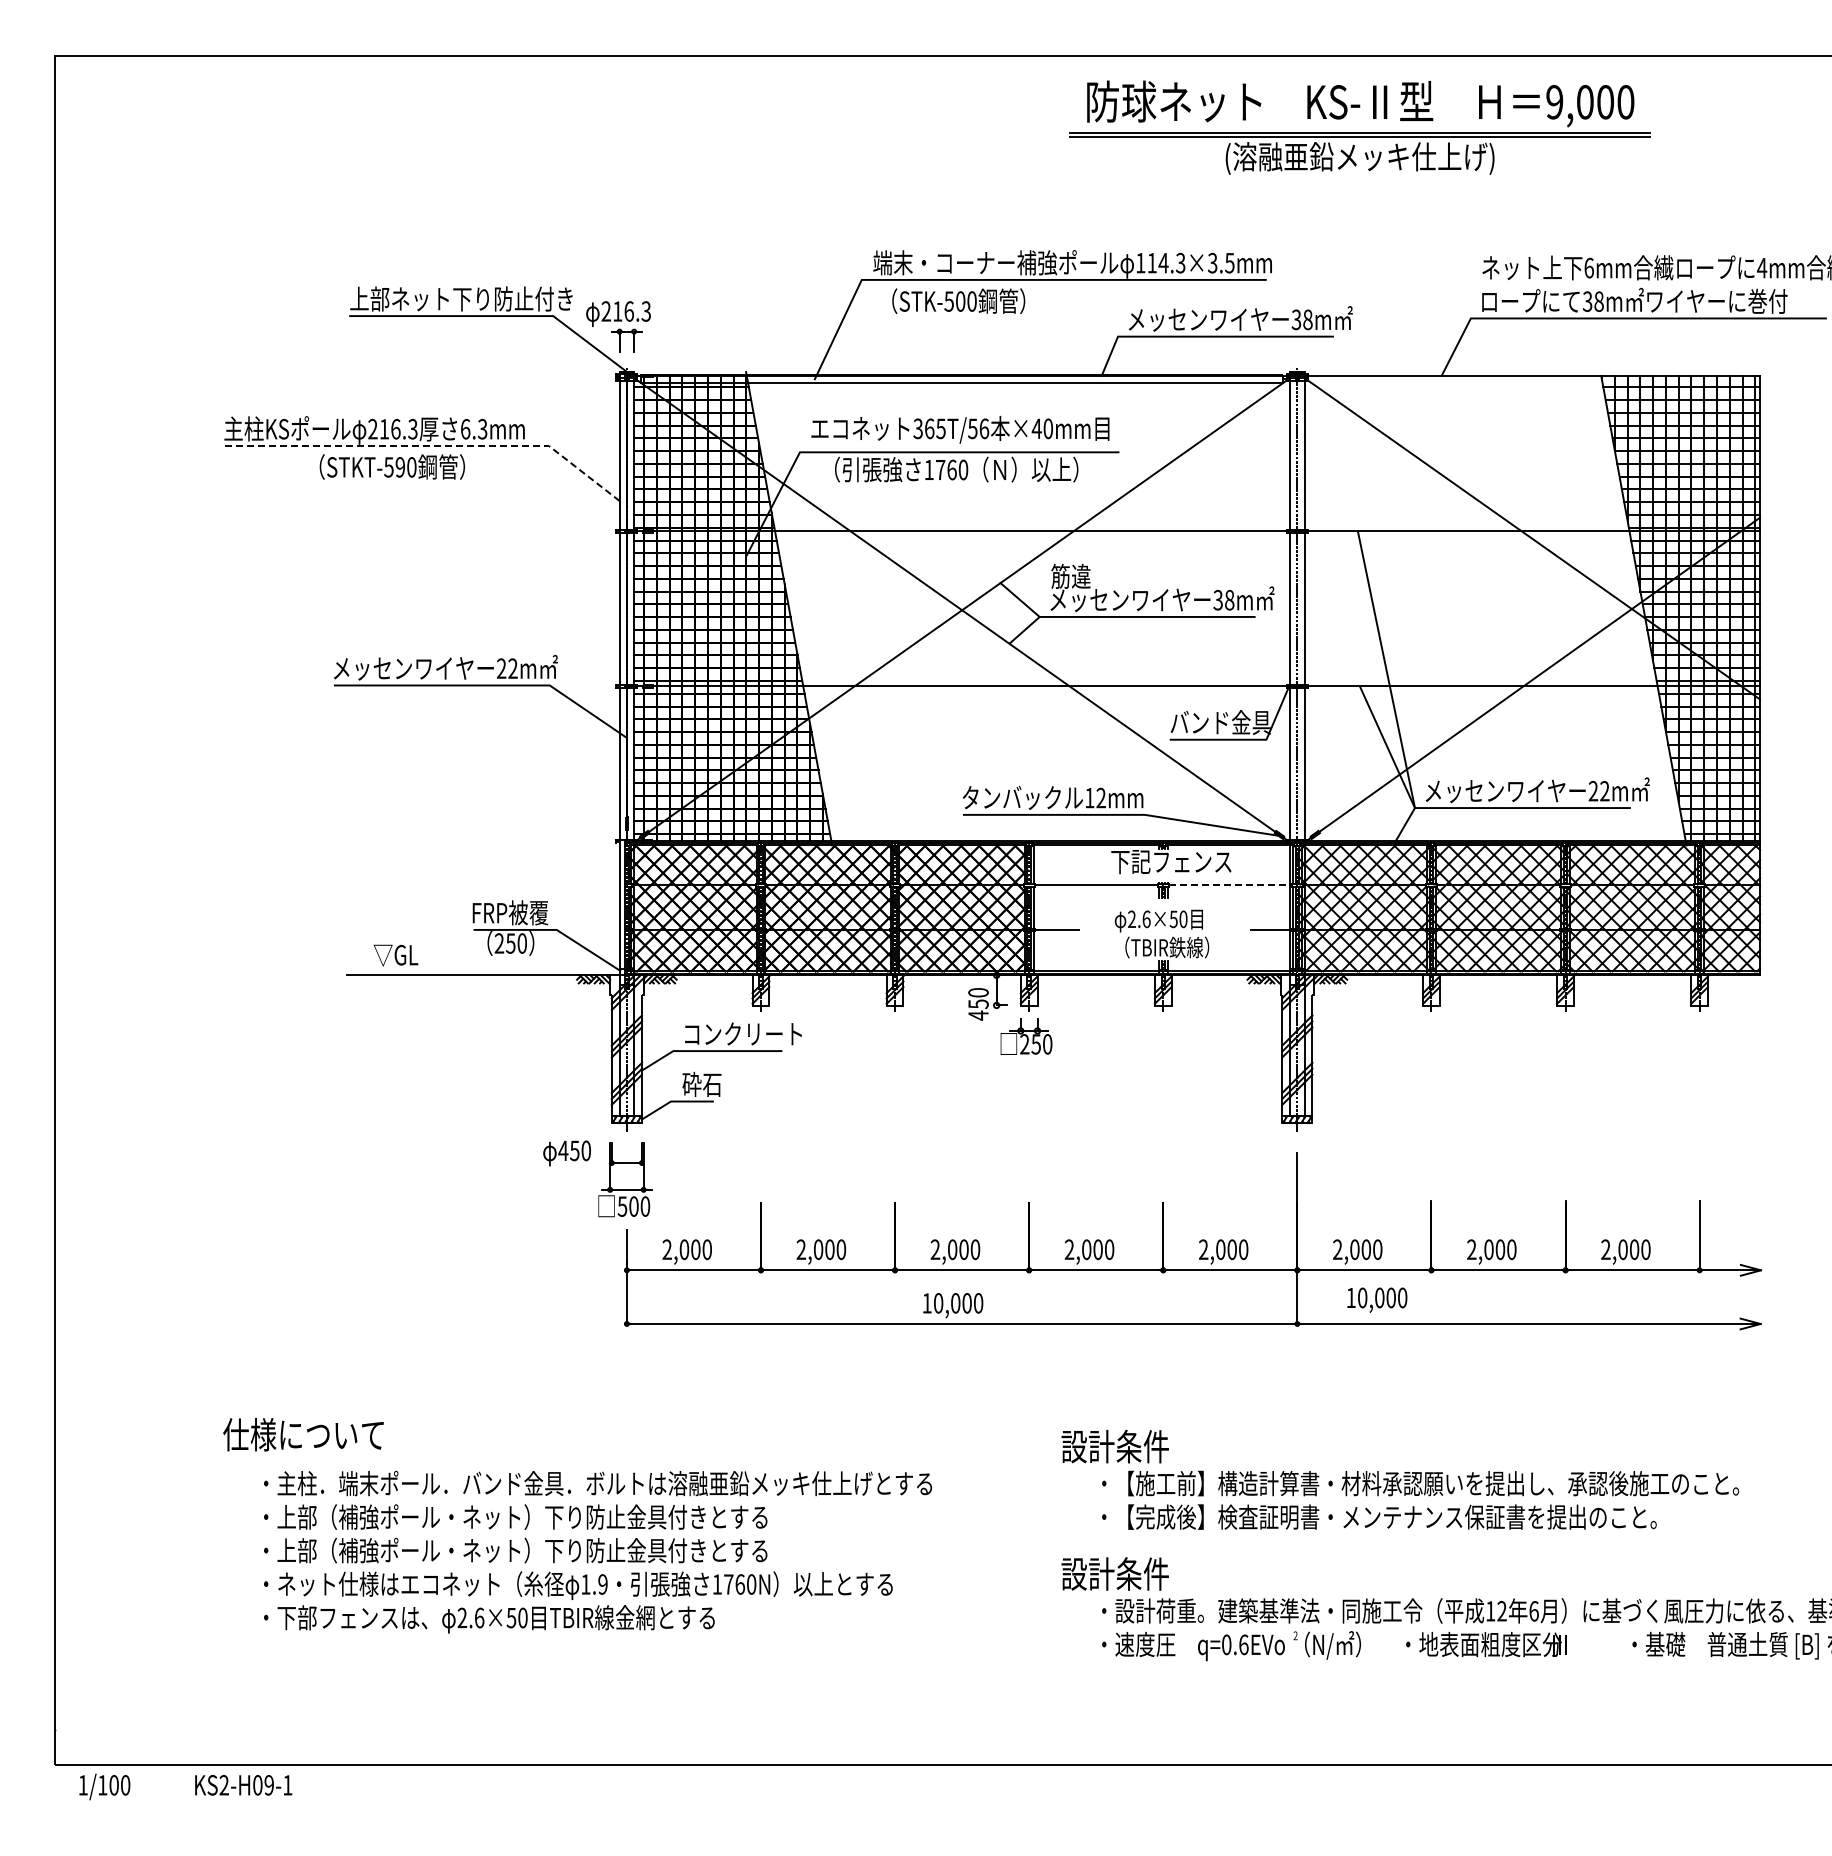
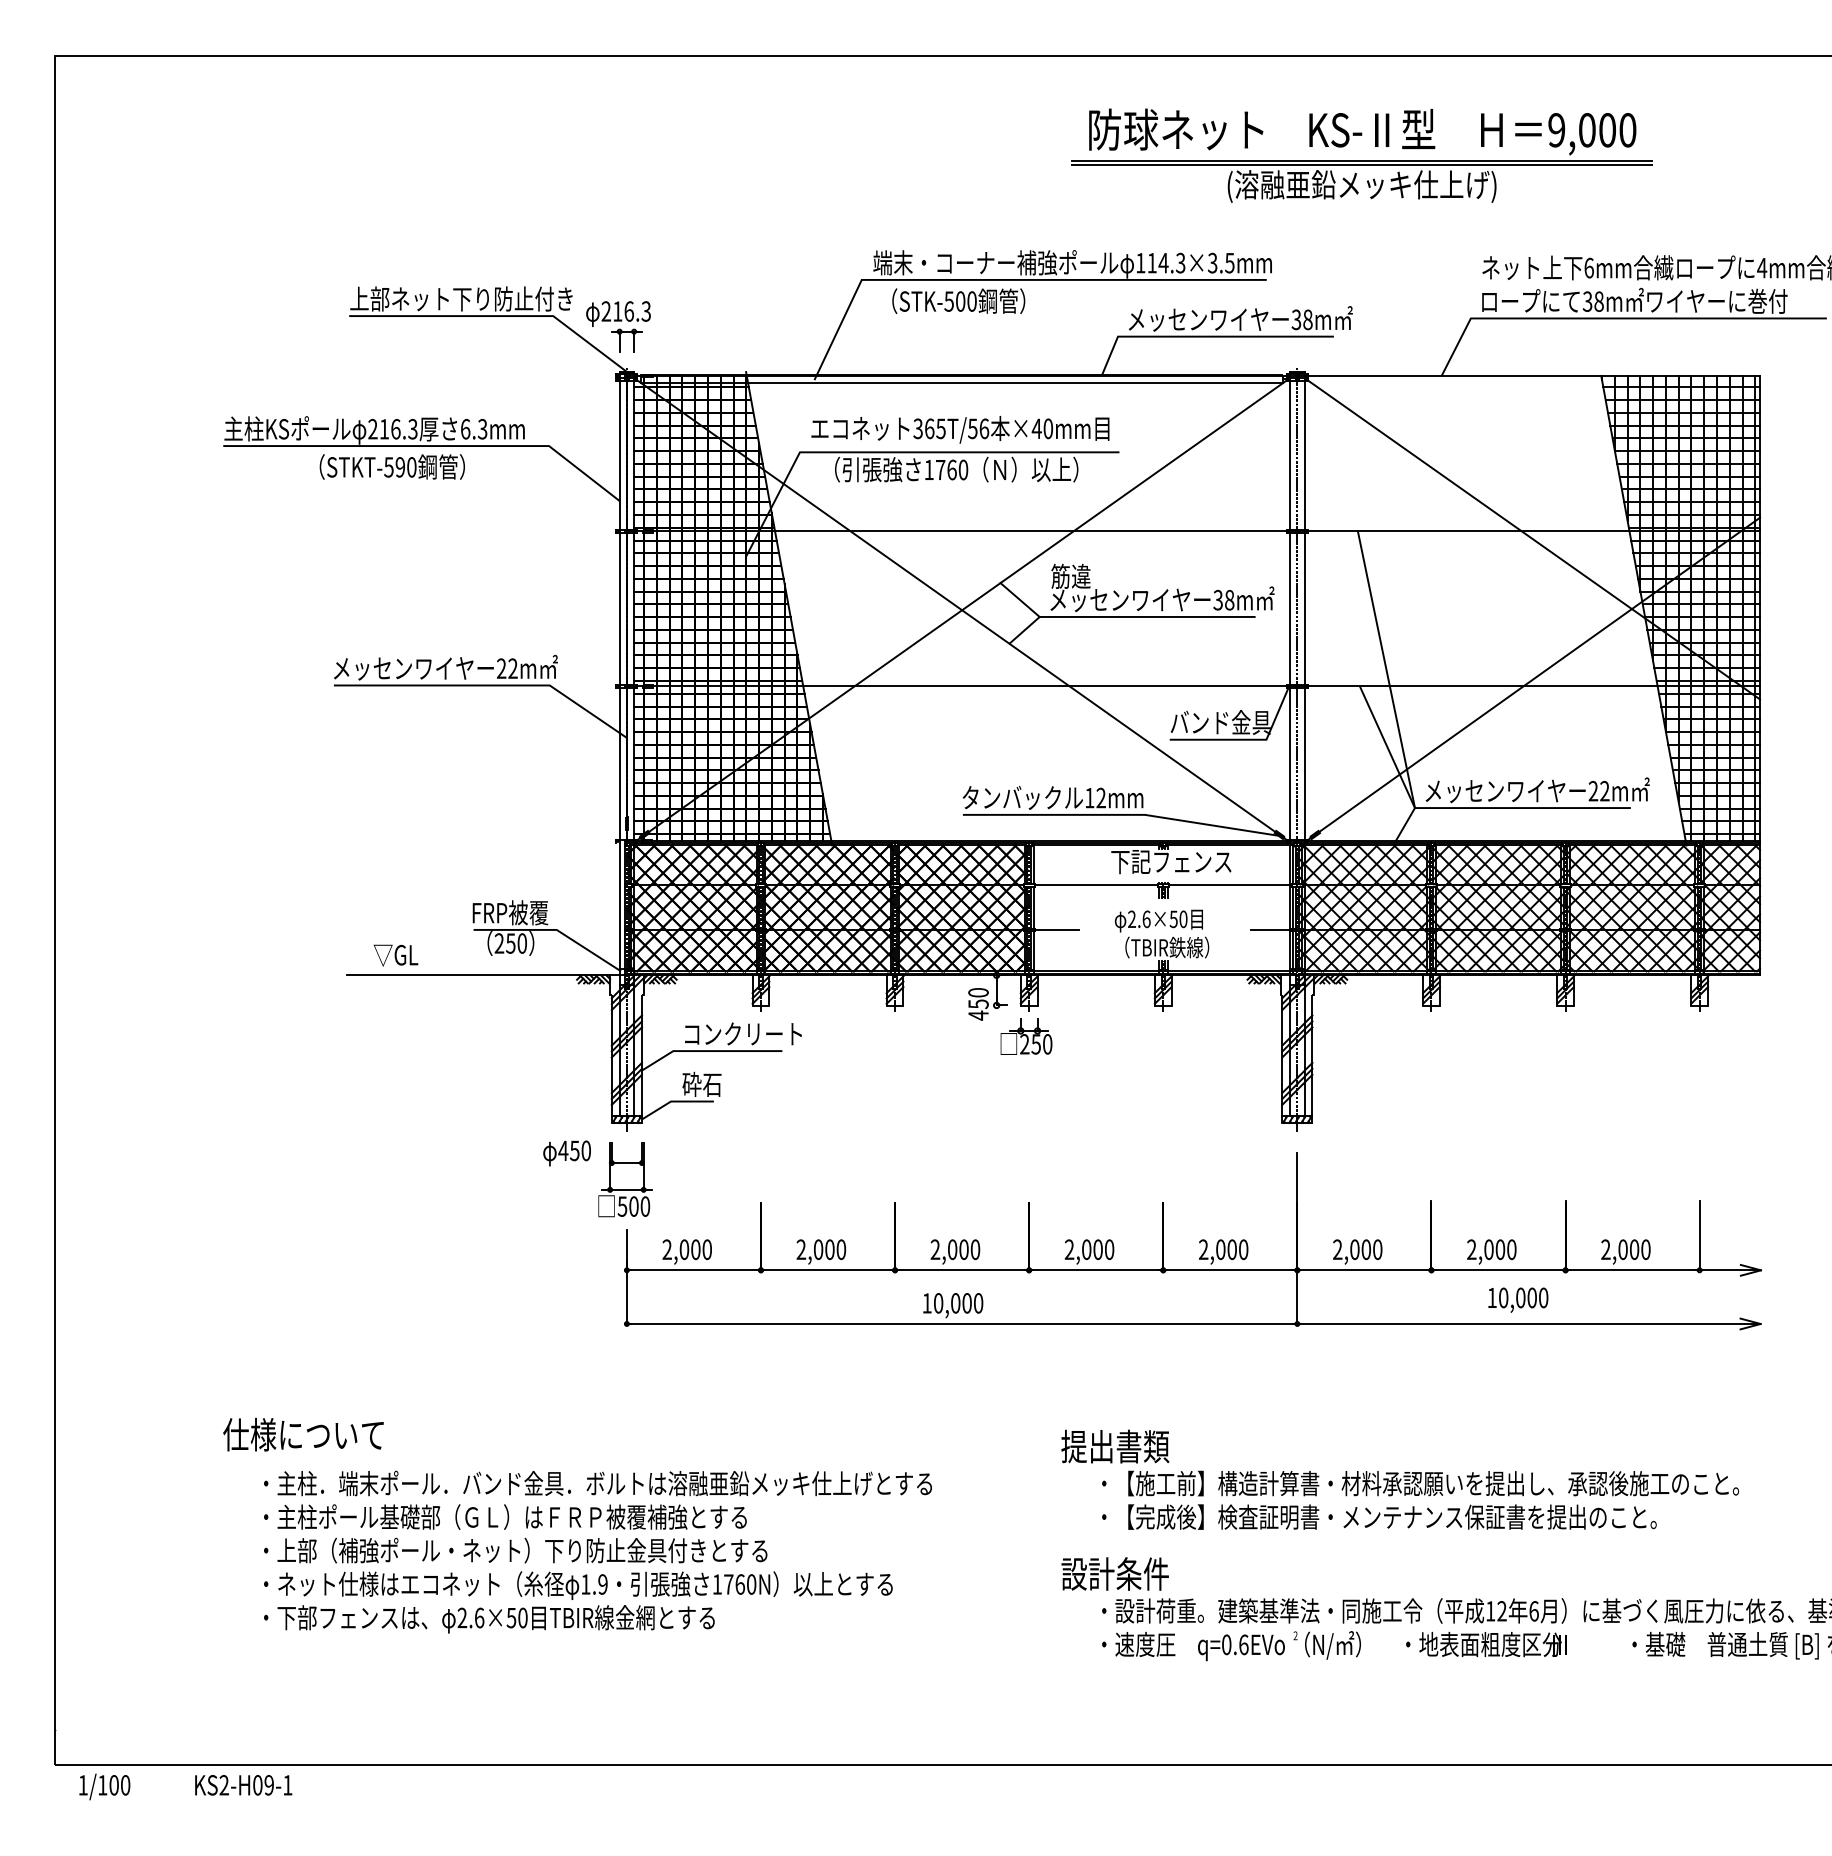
part at (1359, 127) position: (1359, 127) -> (1361, 155)
line at (431, 446): dashed -> solid
line at (1230, 885): dashed -> solid
text at (1377, 1299) position: (1377, 1299) -> (1518, 1299)
text at (1115, 1446): 設計条件 -> 提出書類
text at (522, 1516): ・上部（補強ポール・ネット）下り防止金具付きとする -> ・主柱ポール基礎部（ＧＬ）はＦＲＰ被覆補強とする
